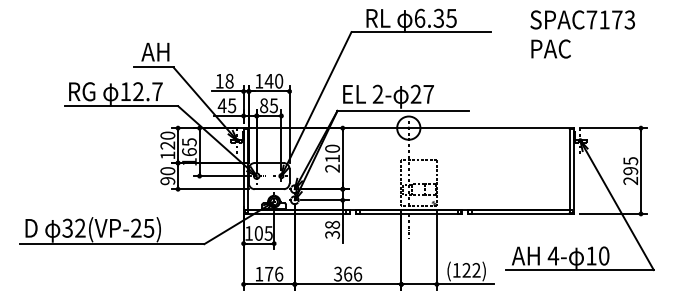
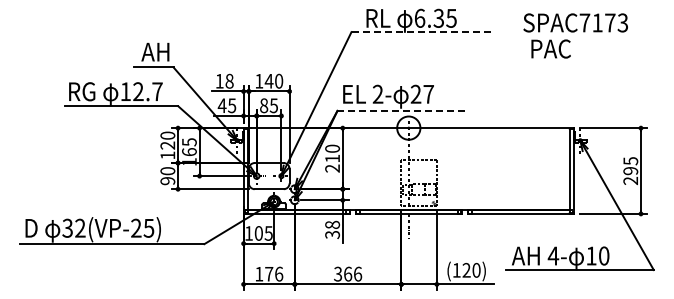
text at (582, 19) position: (582, 19) -> (575, 22)
line at (421, 32): solid -> dashed
line at (403, 110): solid -> dashed
text at (476, 270): (122) -> (120)
